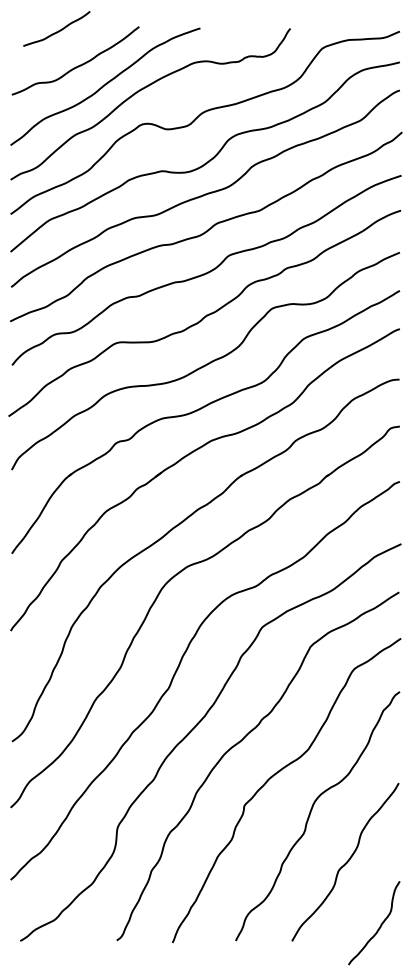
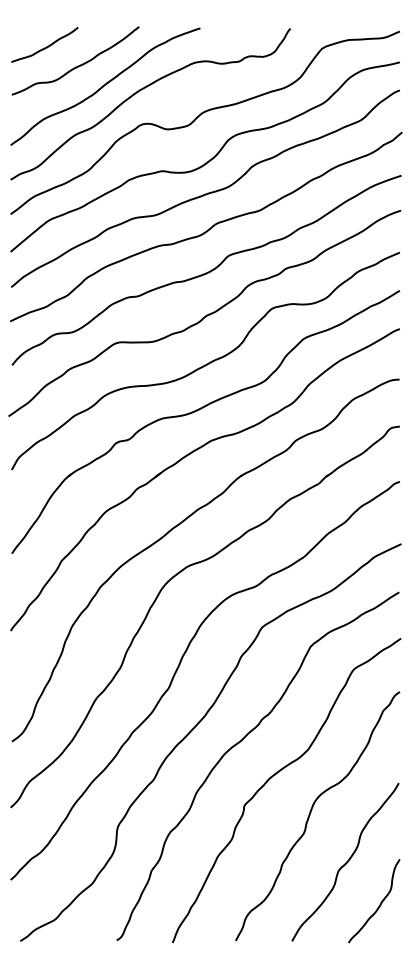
curve at (58, 30) position: (58, 30) -> (46, 46)
curve at (379, 926) position: (379, 926) -> (379, 904)
